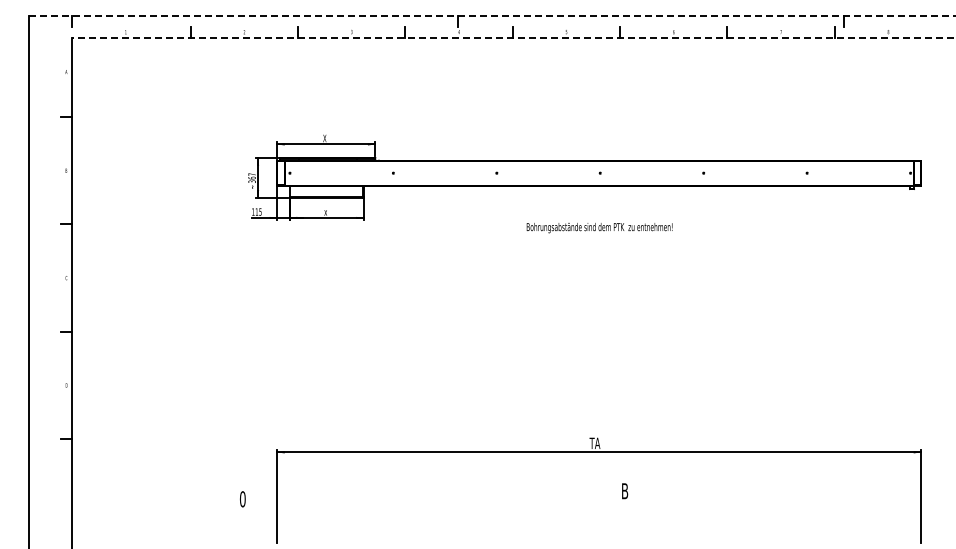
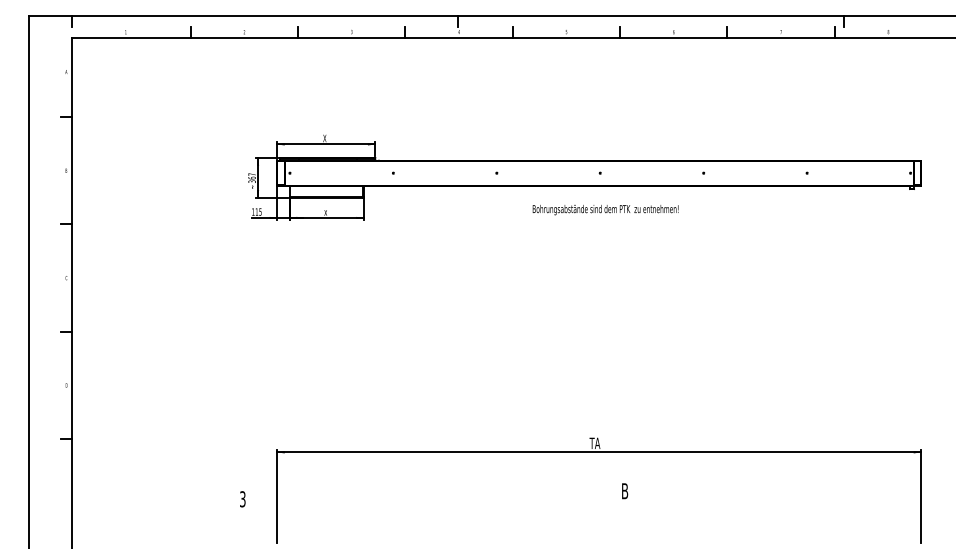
line at (492, 16): dashed -> solid
line at (513, 37): dashed -> solid
text at (599, 228) position: (599, 228) -> (605, 210)
text at (242, 499): 0 -> 3
